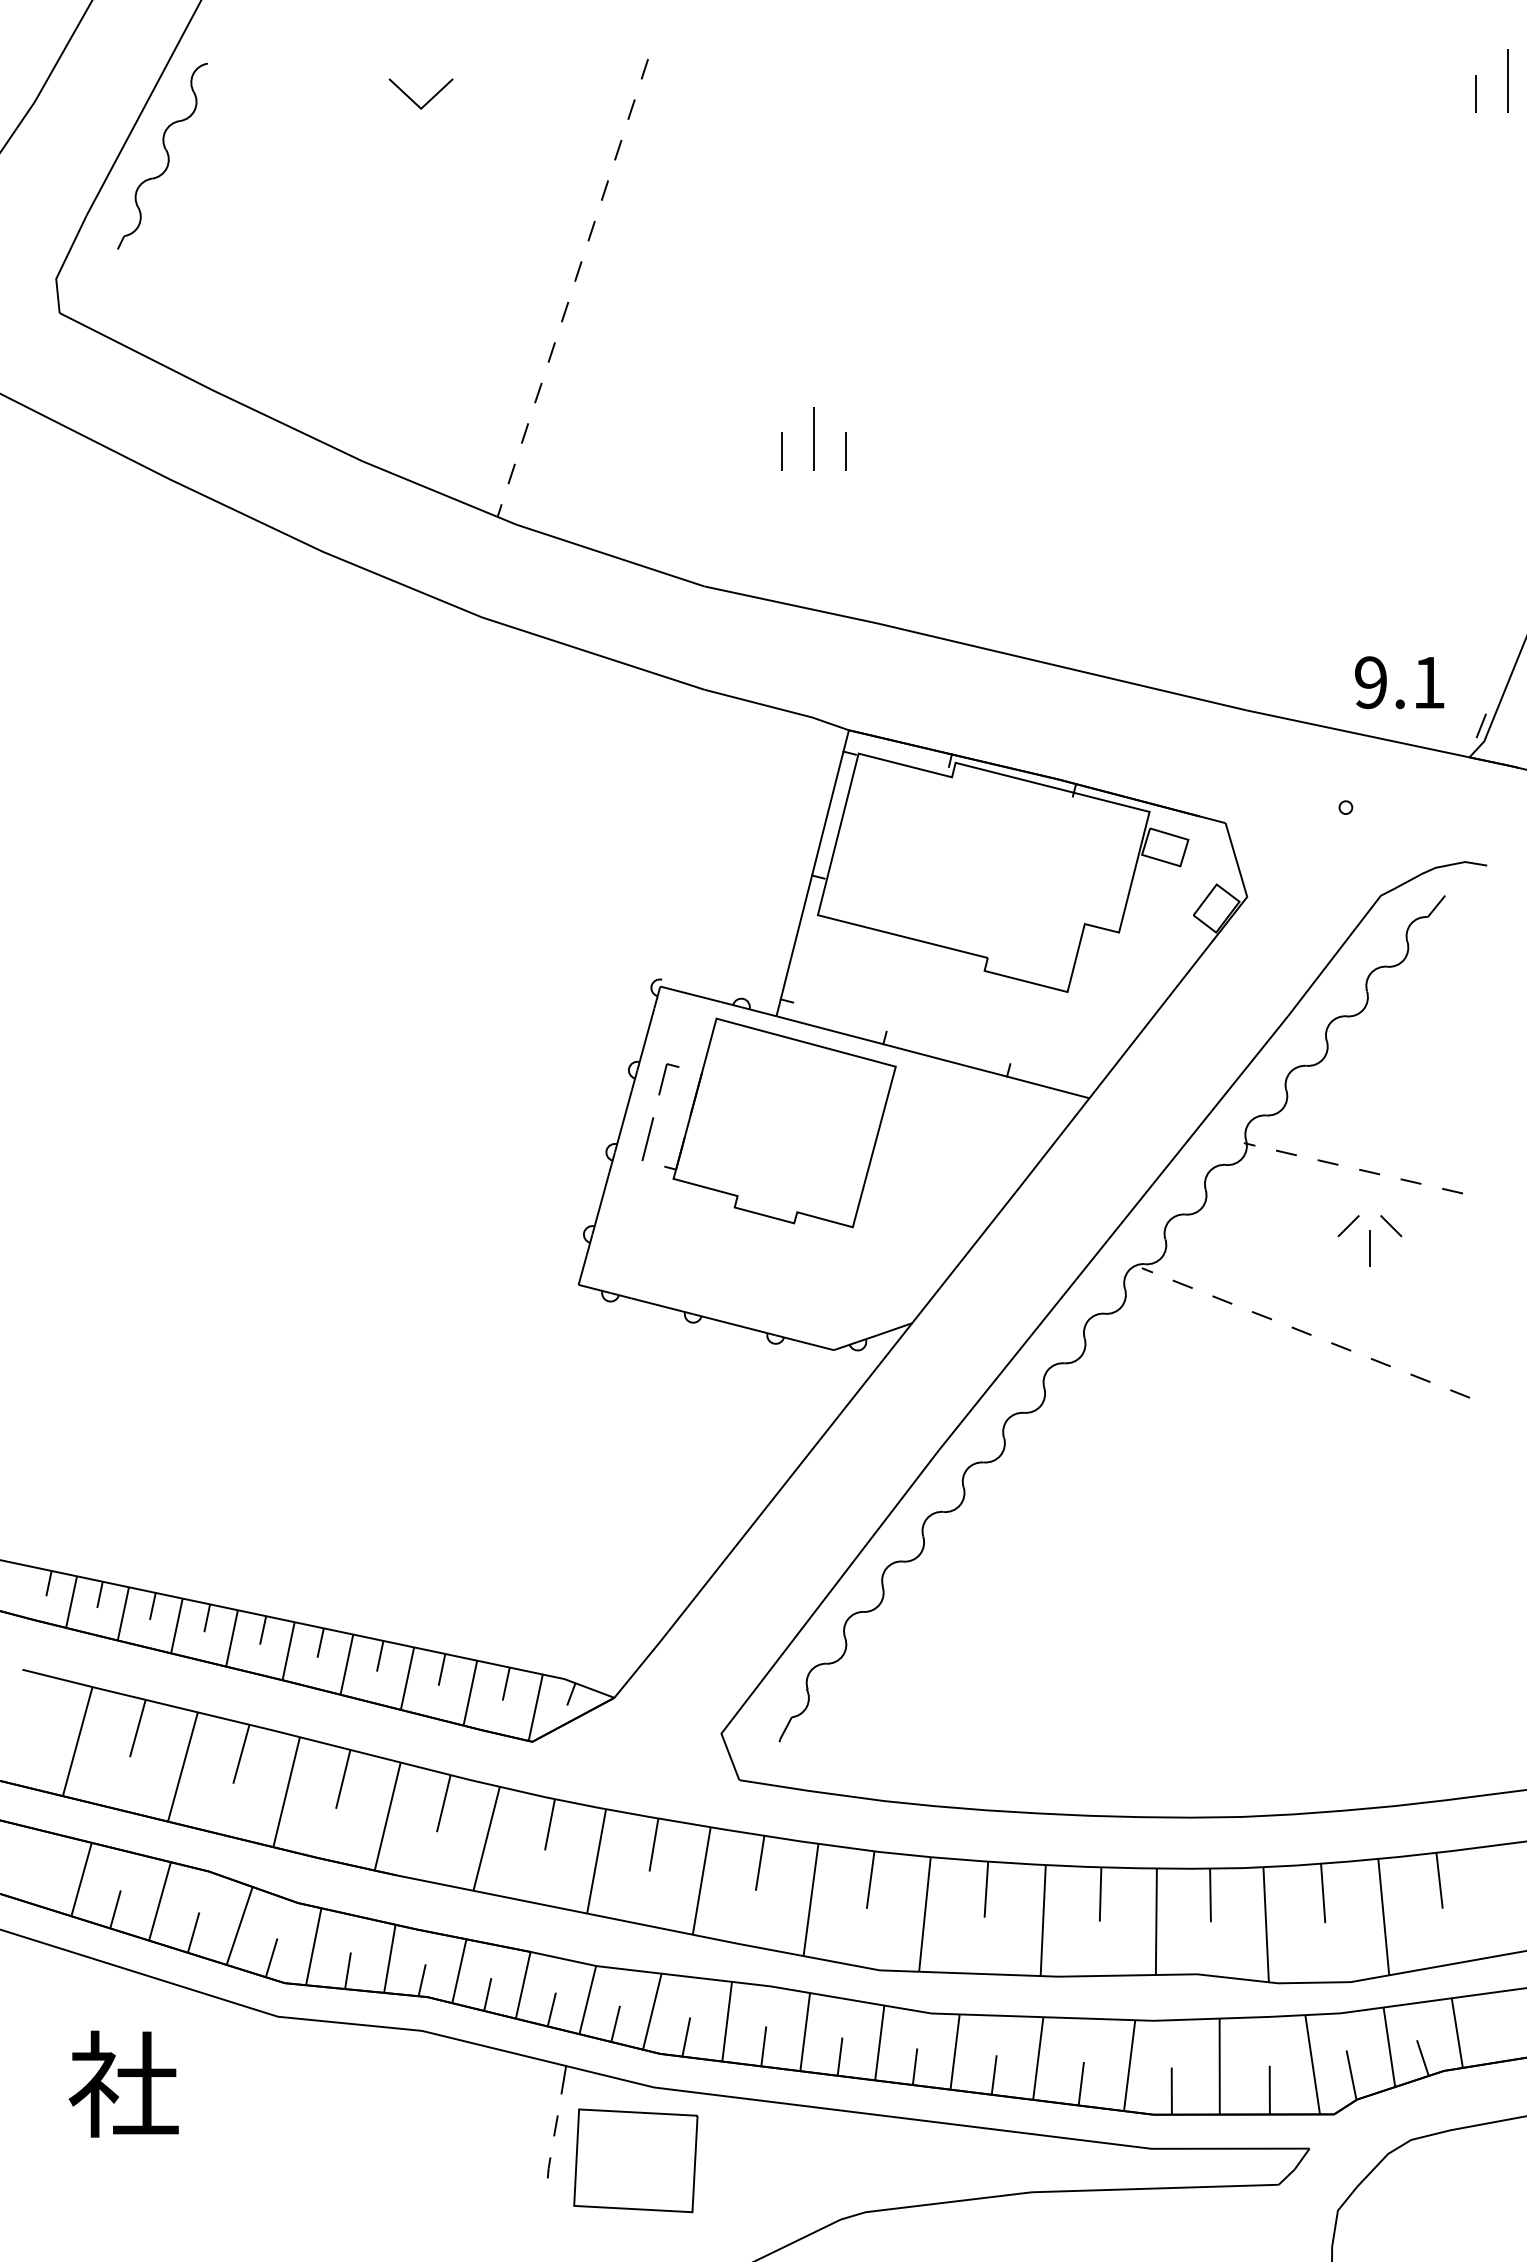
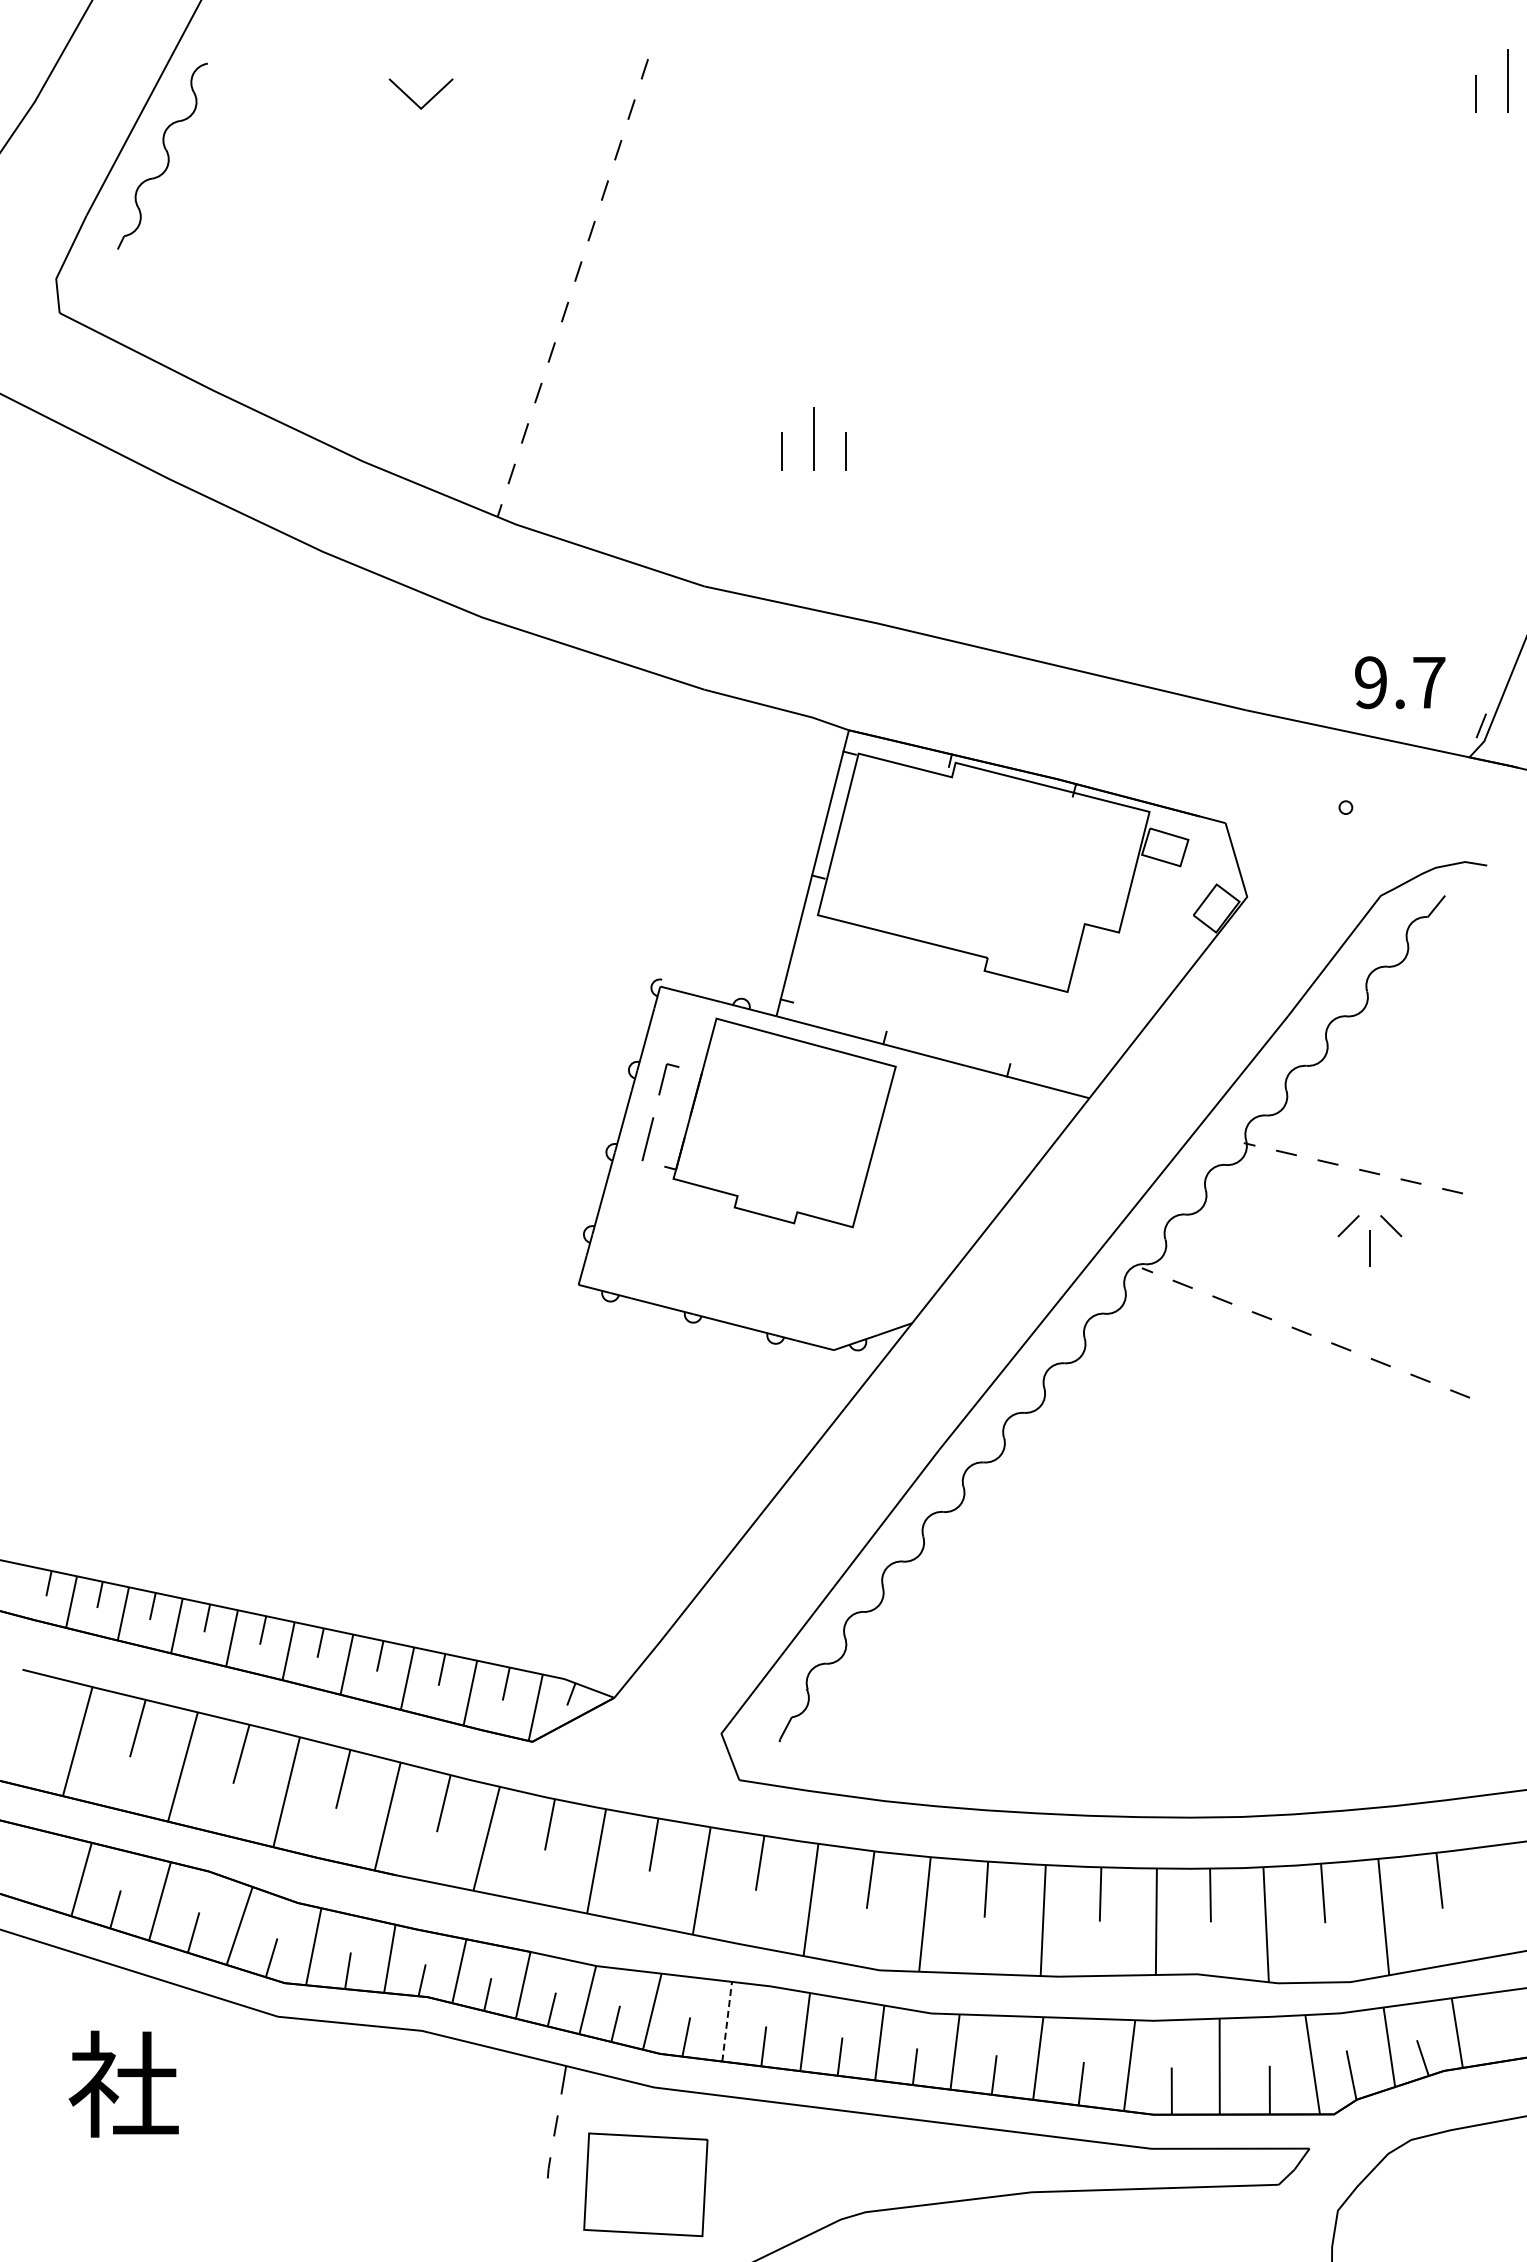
text at (1429, 682): 9.1 -> 9.7
line at (727, 2021): solid -> dashed
part at (635, 2160) position: (635, 2160) -> (645, 2184)
